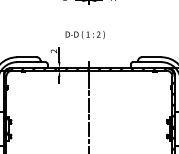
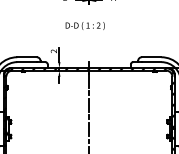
text at (84, 34) position: (84, 34) -> (84, 25)
